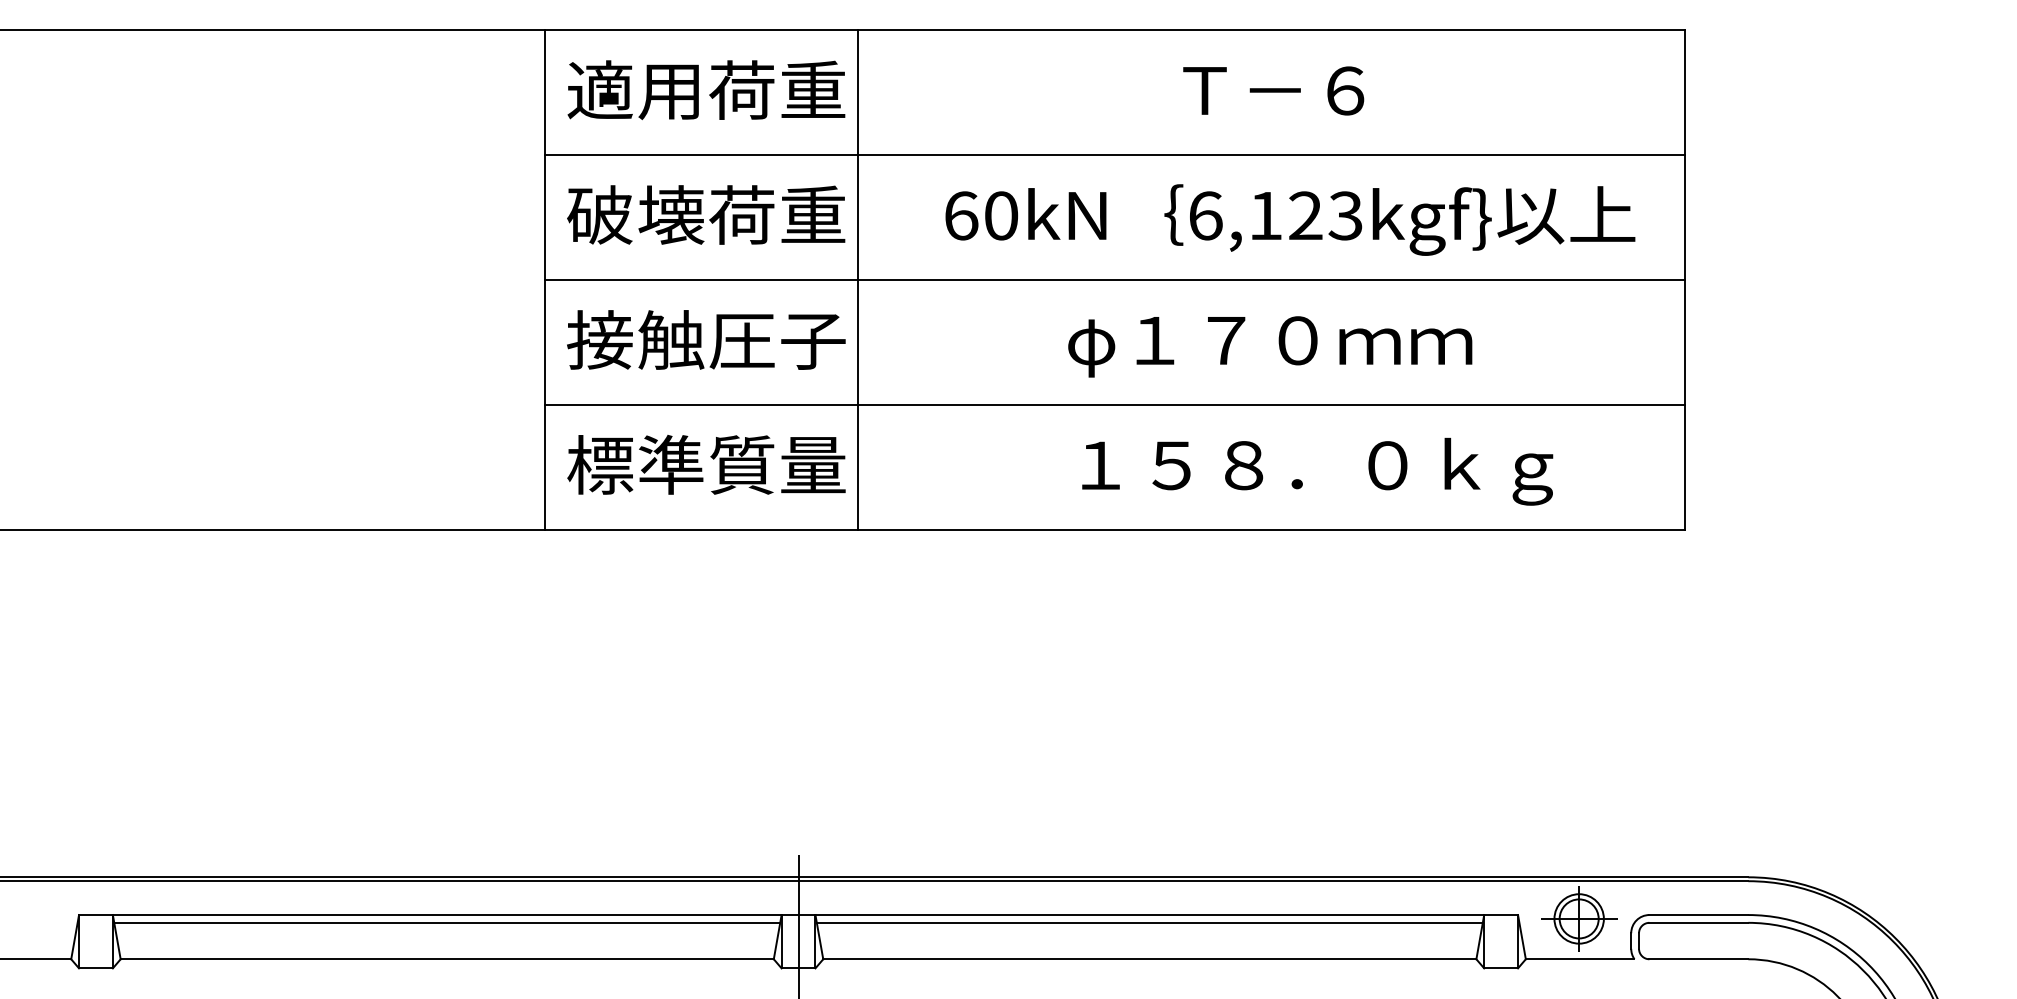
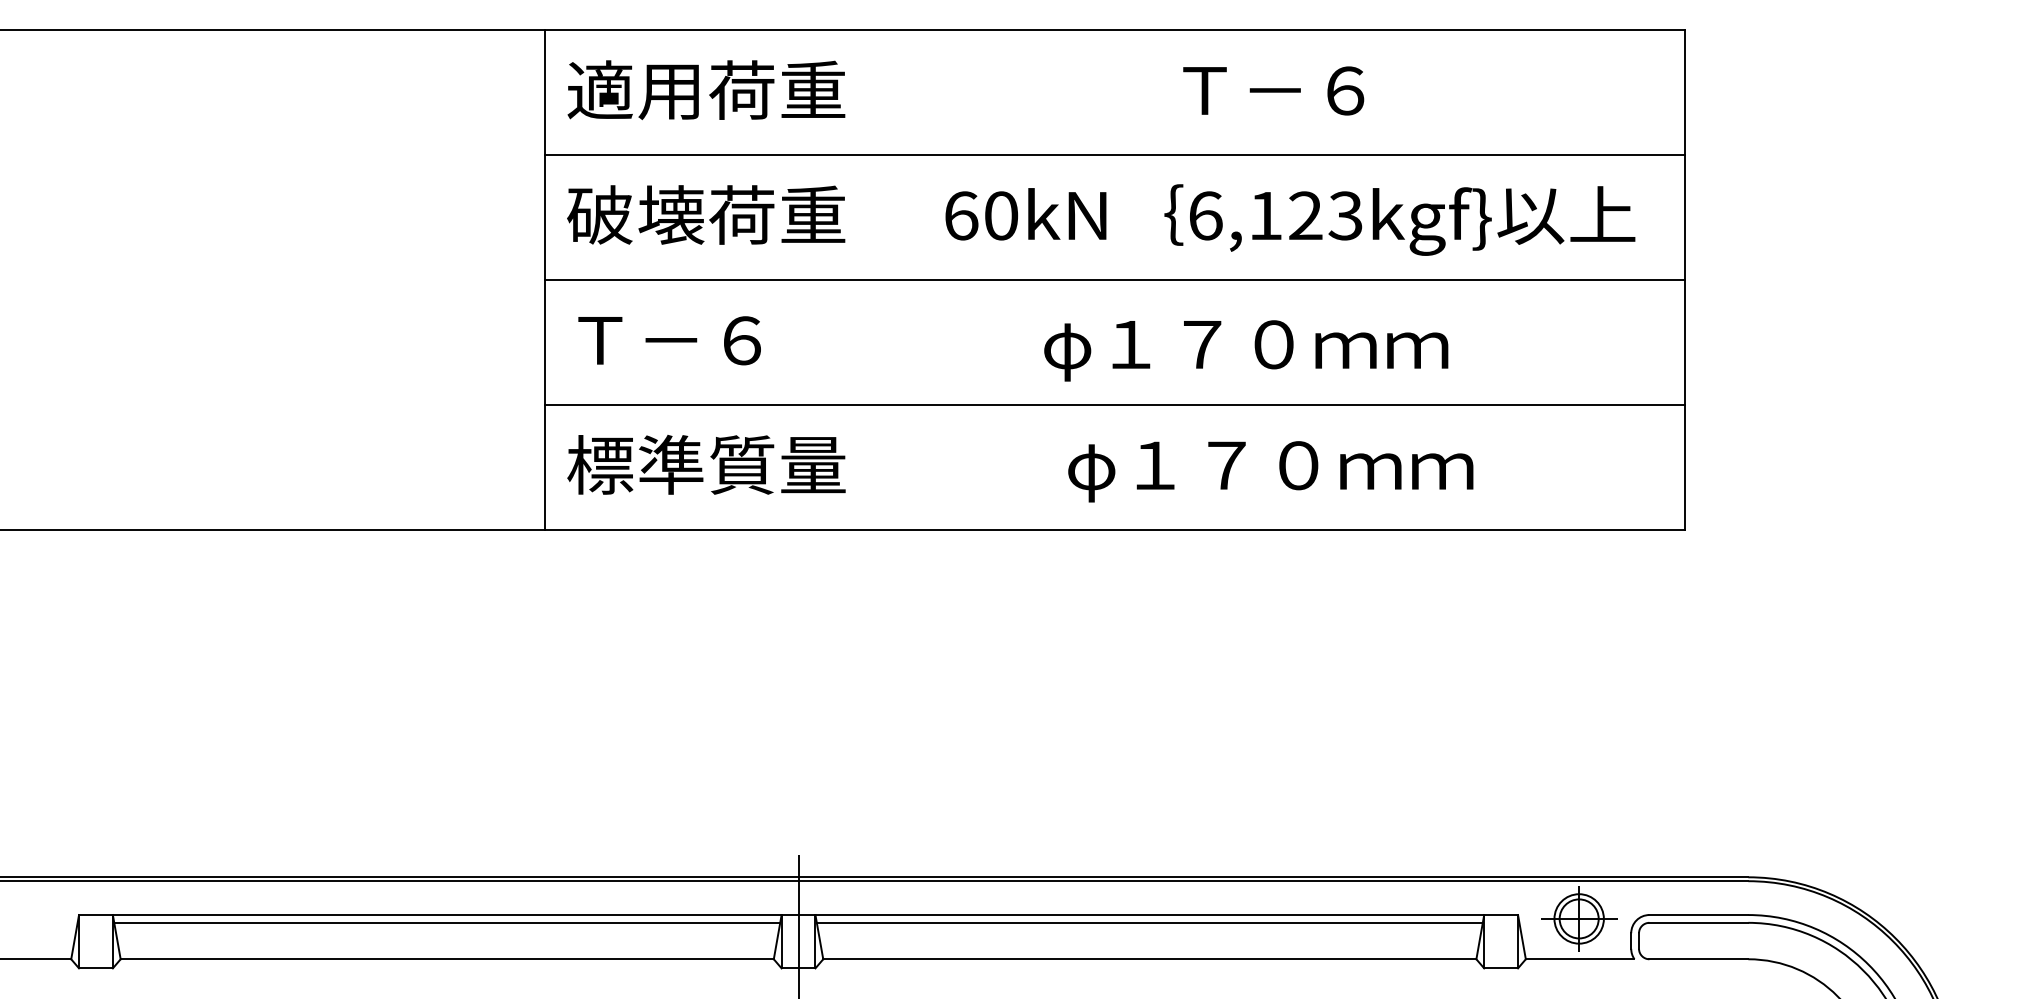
line at (857, 279): present -> none
text at (706, 339): 接触圧子 -> Ｔ－６
text at (1270, 346) position: (1270, 346) -> (1246, 350)
text at (1310, 471): １５８．０ｋｇ -> φ１７０ｍｍ
